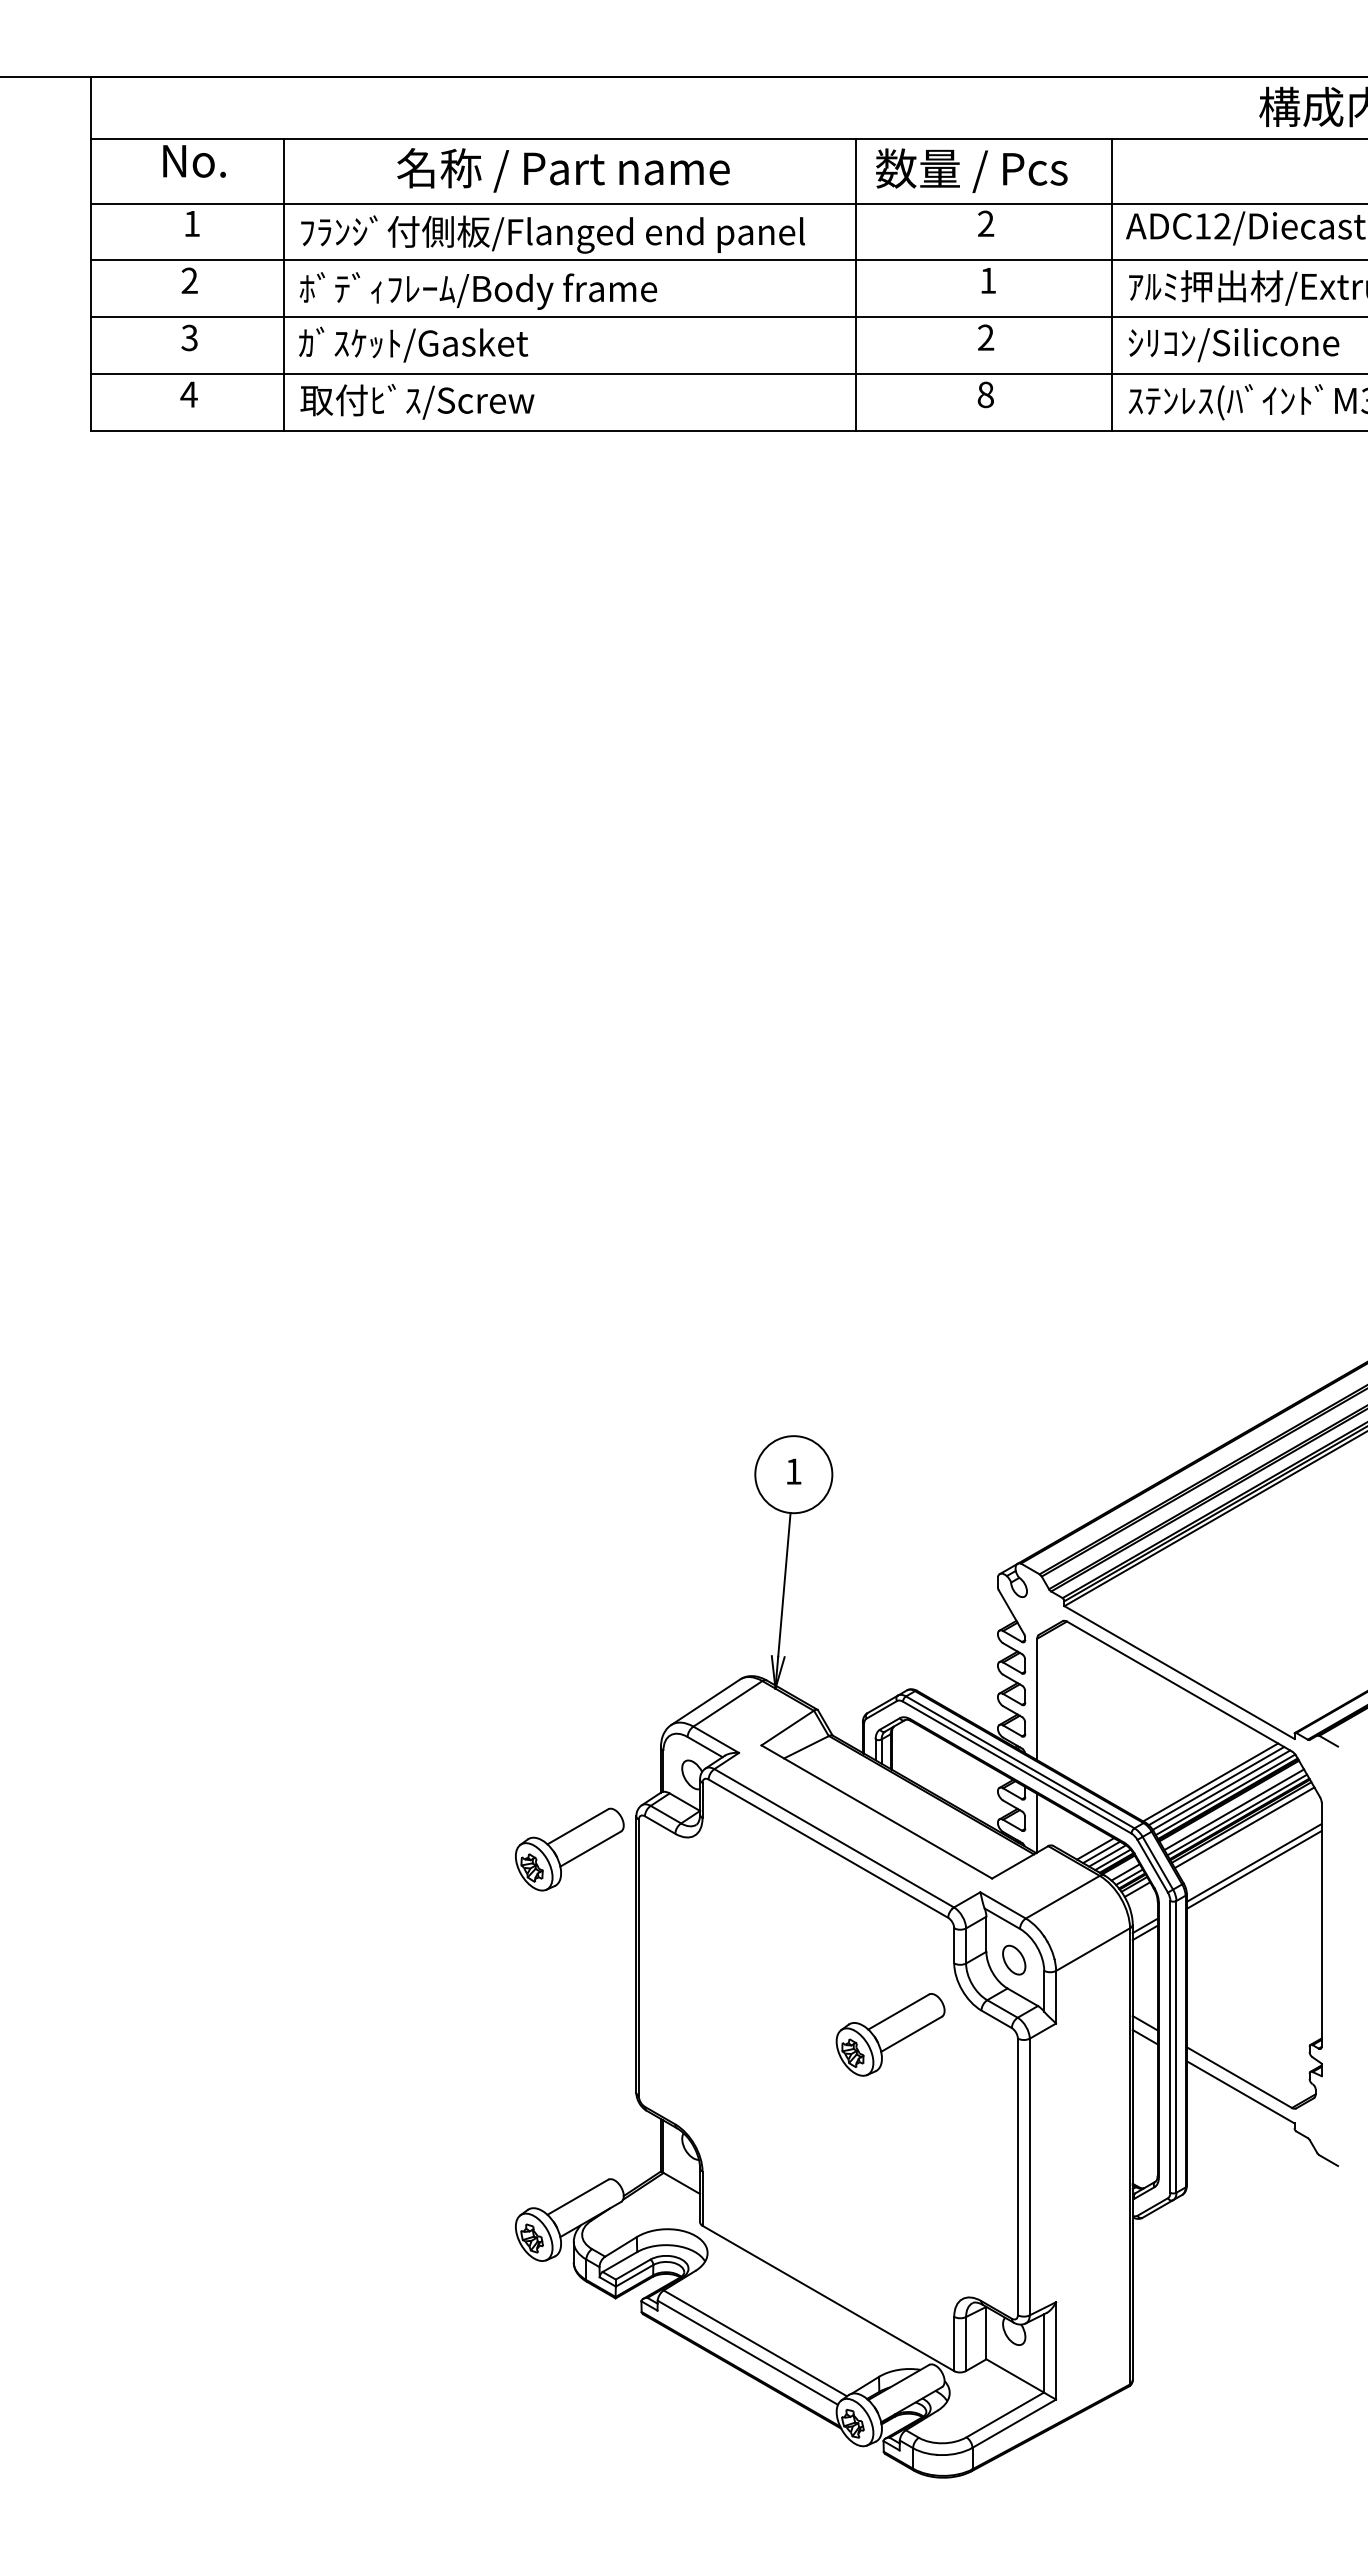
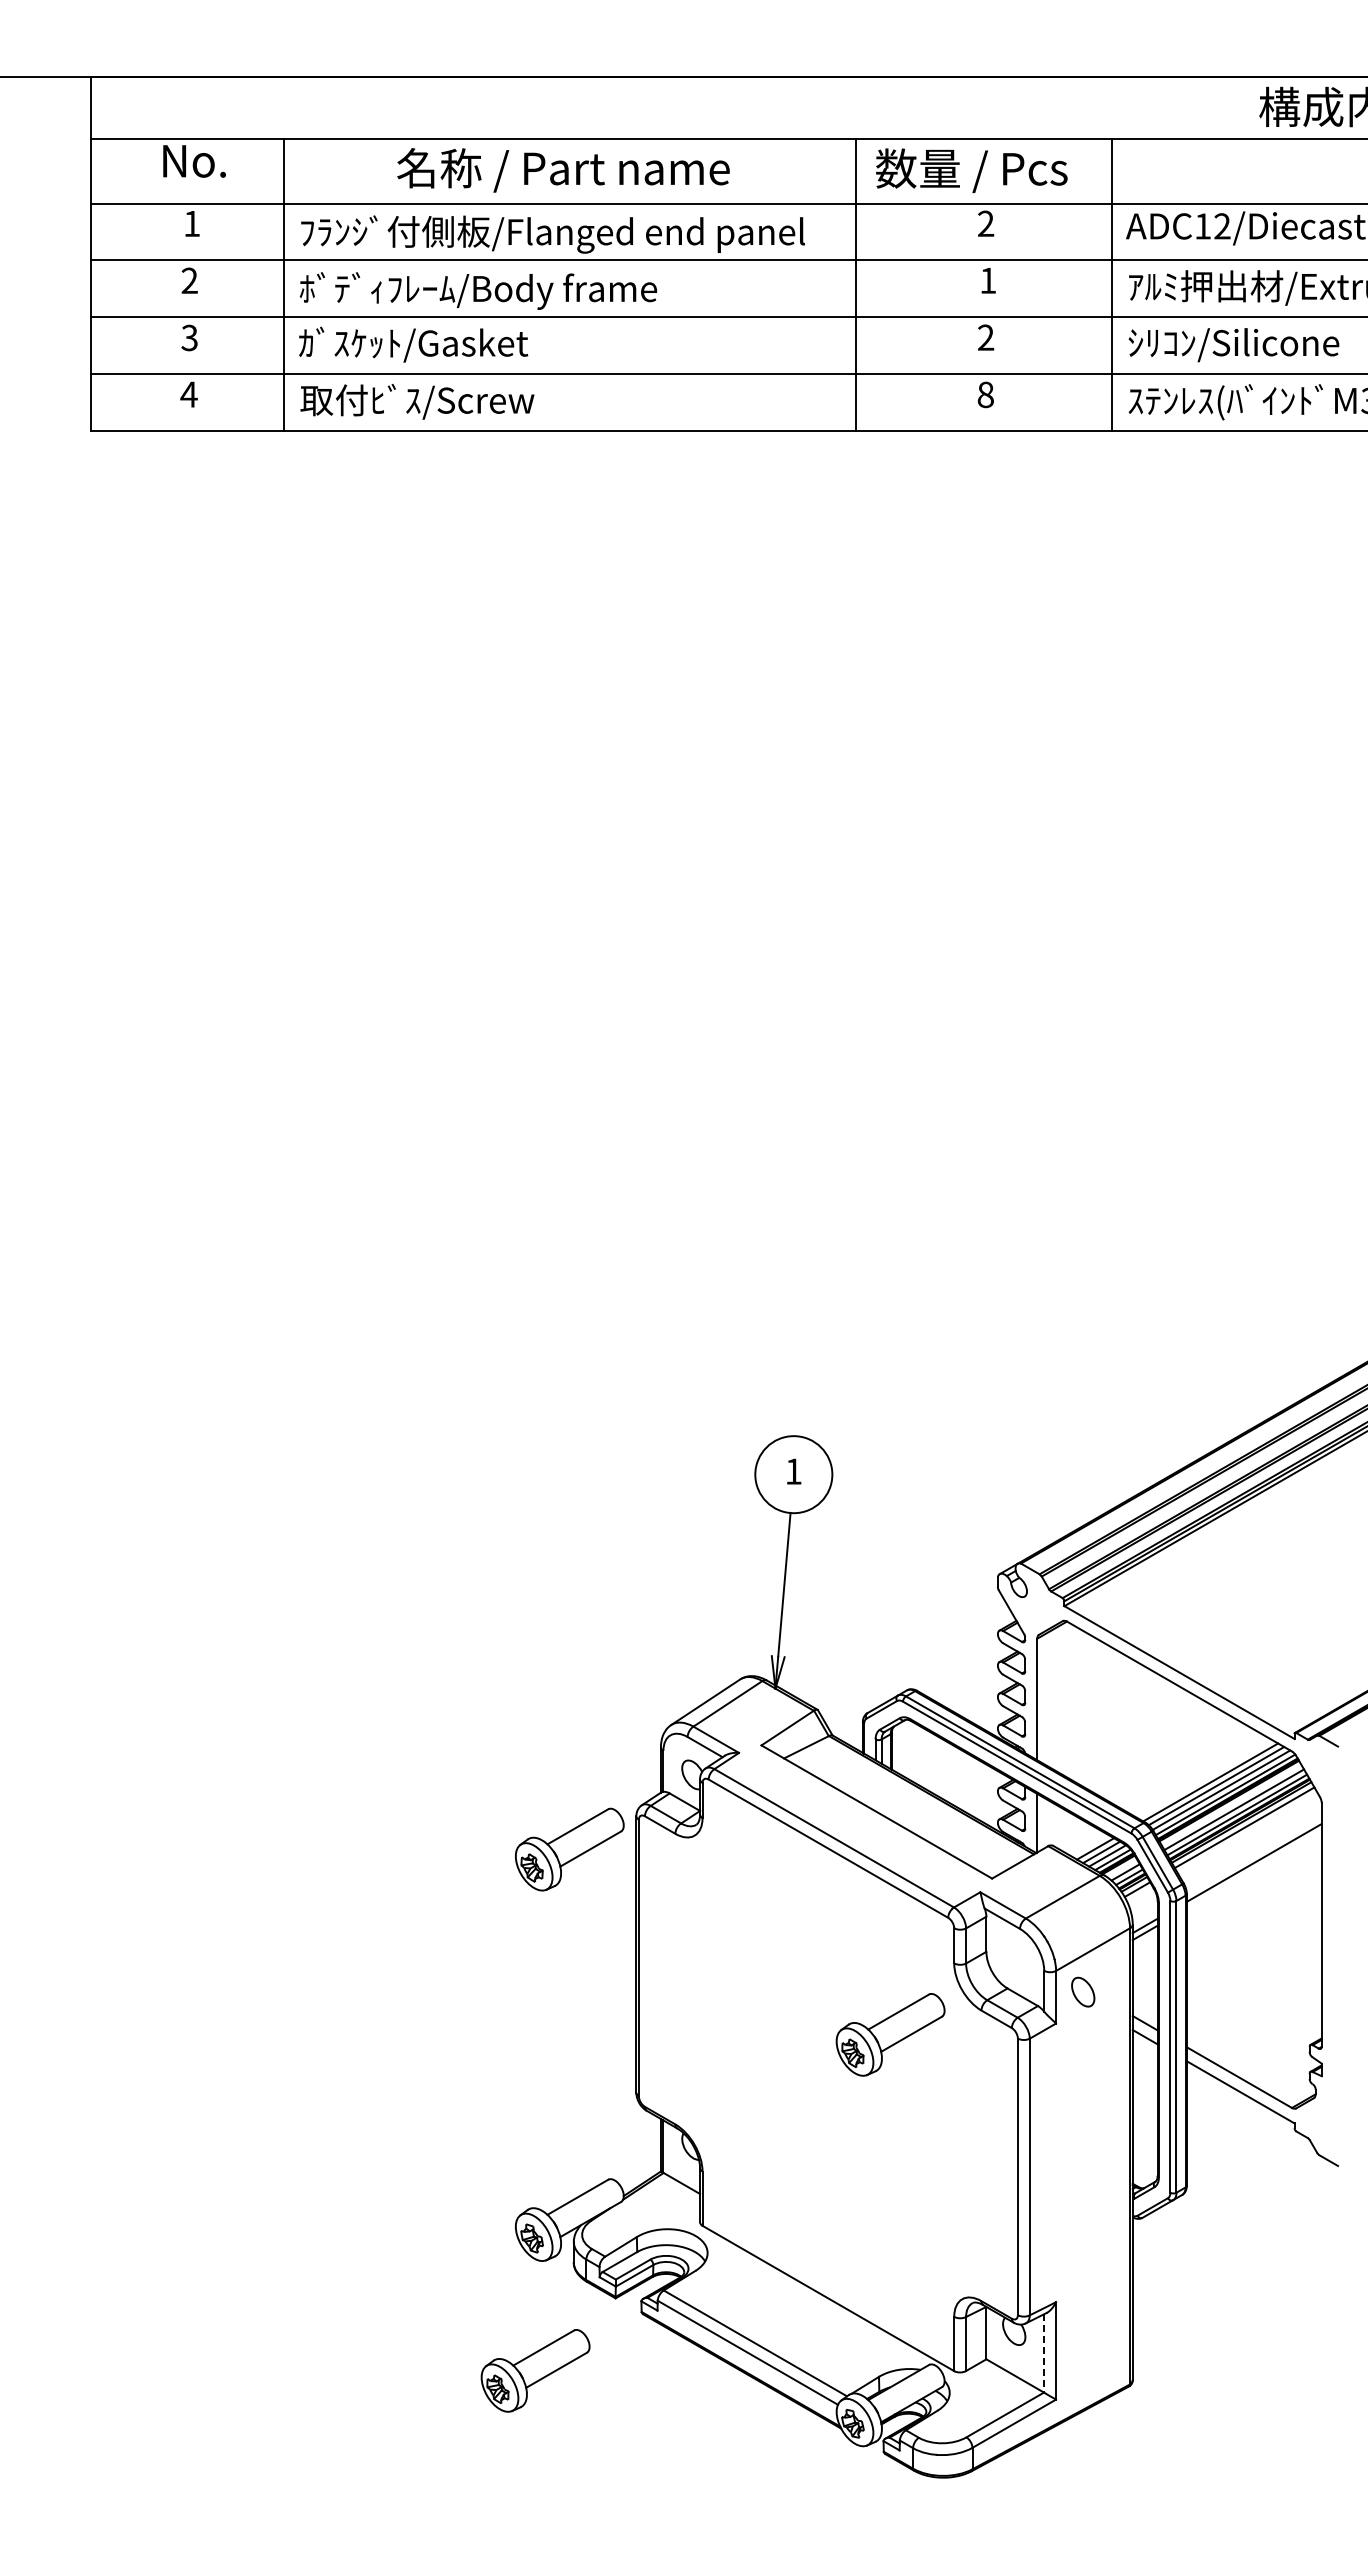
line at (1253, 1869): present -> none
part at (1014, 1959) position: (1014, 1959) -> (1083, 1991)
line at (1044, 2353): solid -> dashed
part at (535, 2370): none -> present
